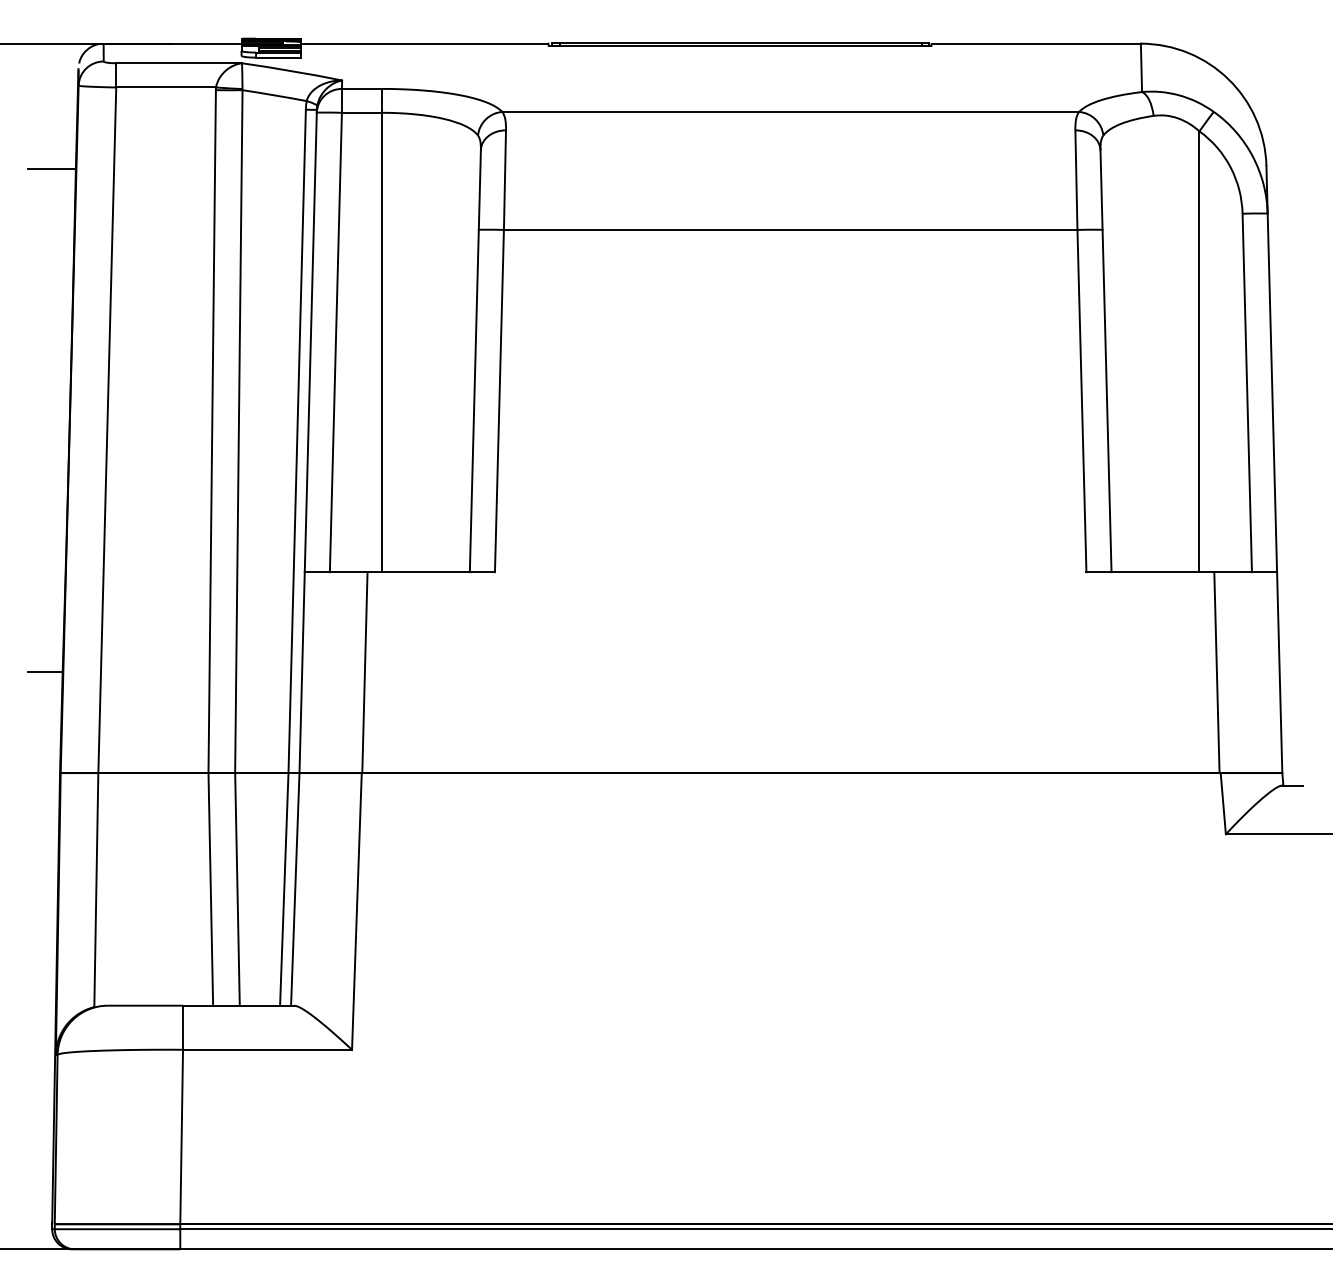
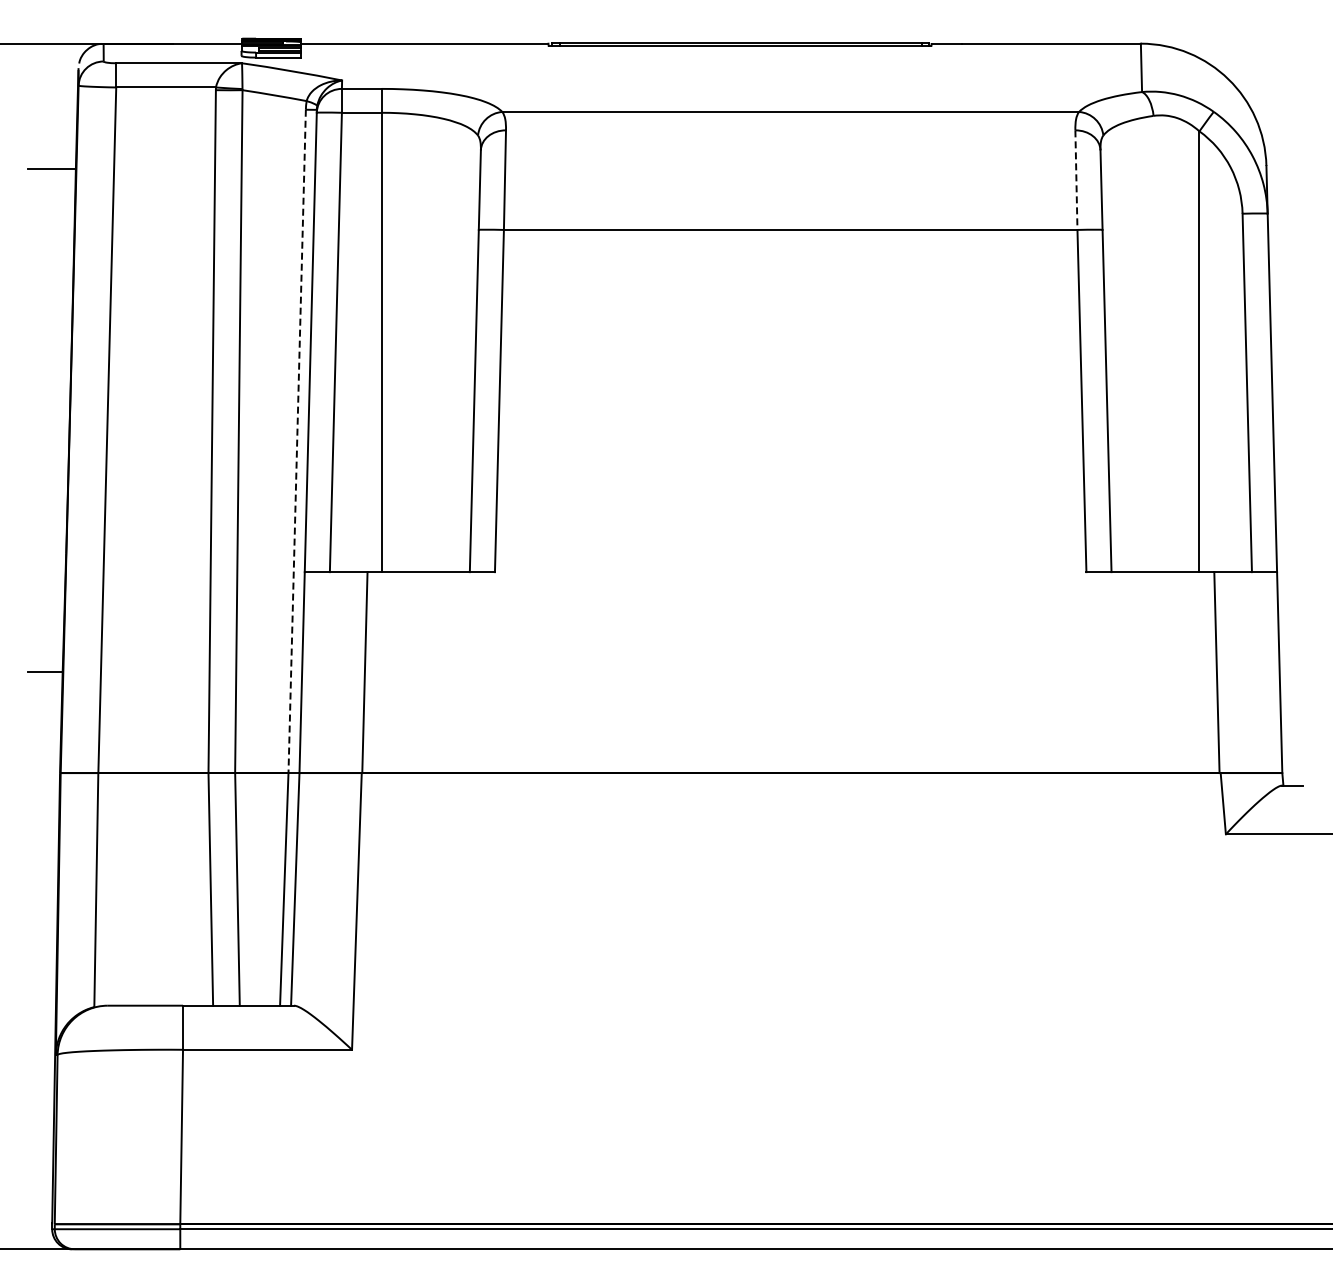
line at (1076, 180): solid -> dashed
line at (297, 441): solid -> dashed
